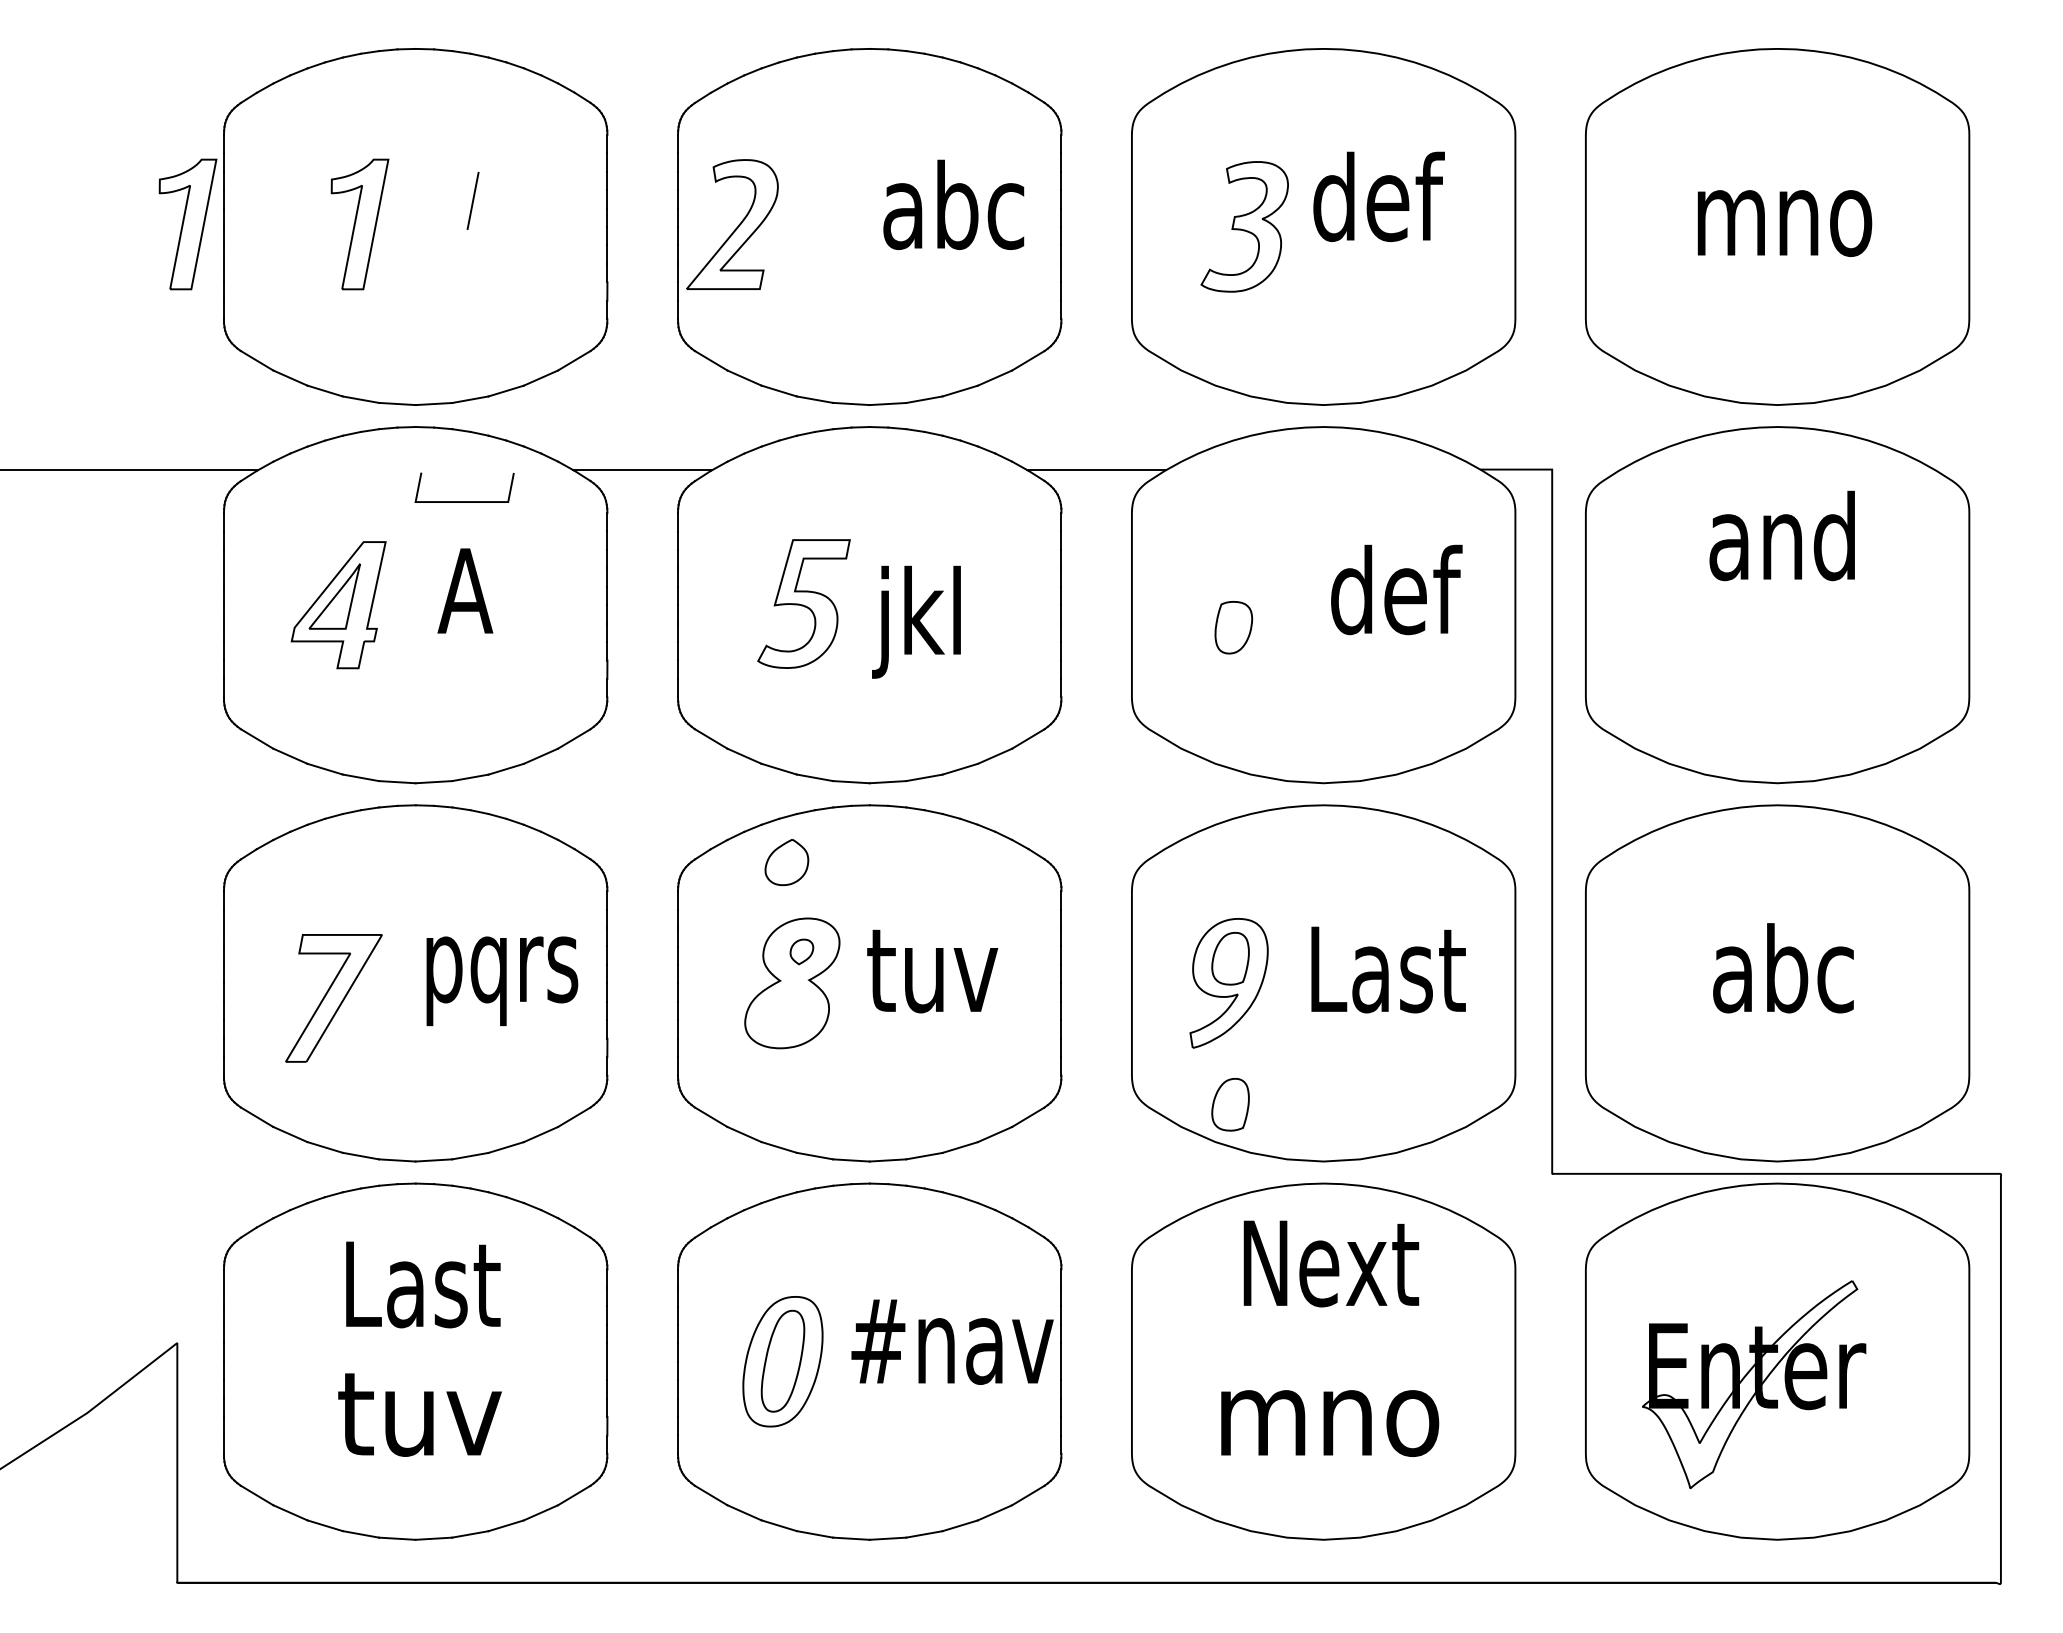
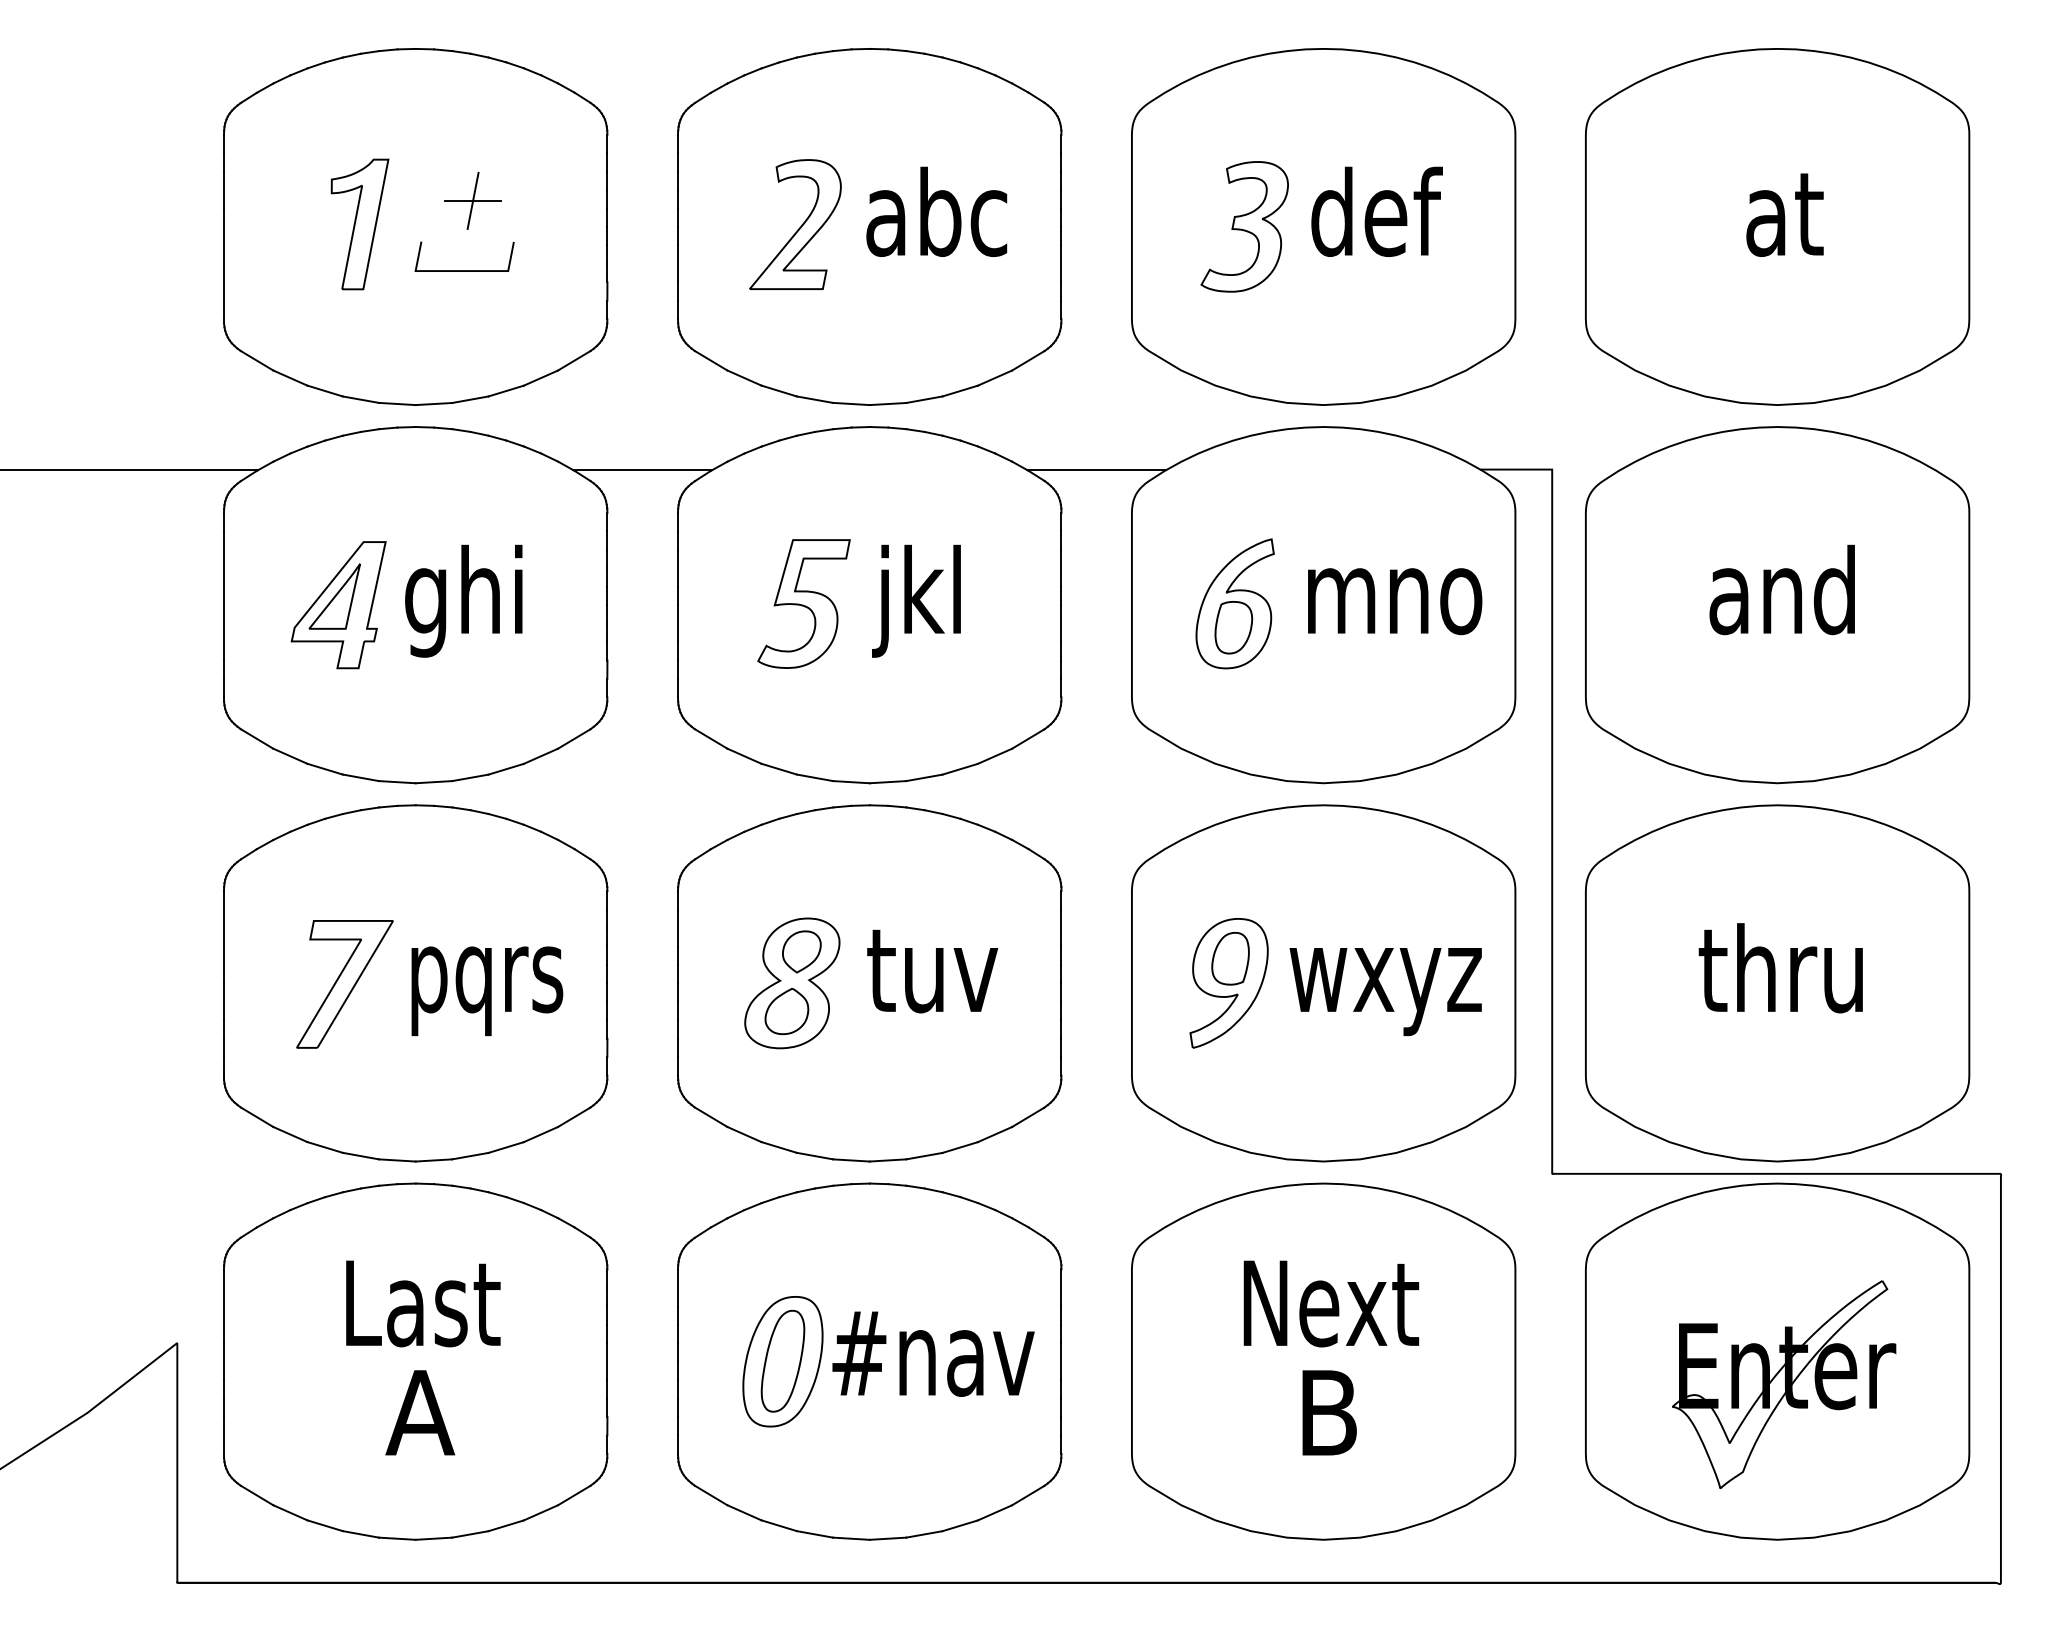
text at (1378, 196) position: (1378, 196) -> (1376, 211)
line at (472, 200): none -> present
text at (953, 204) position: (953, 204) -> (936, 211)
text at (1784, 215): mno -> at
part at (187, 224): present -> none
part at (732, 224) position: (732, 224) -> (795, 224)
line at (464, 501) position: (464, 501) -> (464, 270)
text at (1781, 535) position: (1781, 535) -> (1781, 589)
text at (1395, 589): def -> mno
text at (463, 600): A -> ghi
part at (1234, 603): none -> present
text at (916, 621) position: (916, 621) -> (916, 600)
part at (786, 862) position: (786, 862) -> (786, 1011)
part at (801, 951) size: 26x28 px -> 40x44 px
text at (1780, 968): abc -> thru
text at (502, 981) position: (502, 981) -> (487, 991)
text at (1385, 981): Last -> wxyz
part at (333, 998) position: (333, 998) -> (344, 984)
part at (1230, 1104): present -> none
text at (1331, 1263) position: (1331, 1263) -> (1331, 1303)
text at (423, 1284) position: (423, 1284) -> (423, 1303)
text at (952, 1341) position: (952, 1341) -> (933, 1353)
part at (1754, 1384) position: (1754, 1384) -> (1784, 1384)
text at (419, 1413): tuv -> A
text at (1330, 1413): mno -> B
